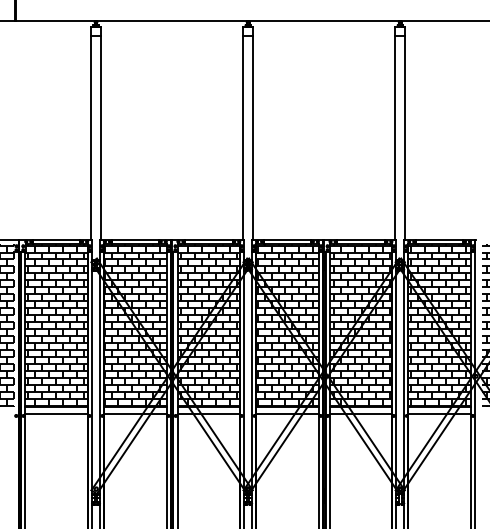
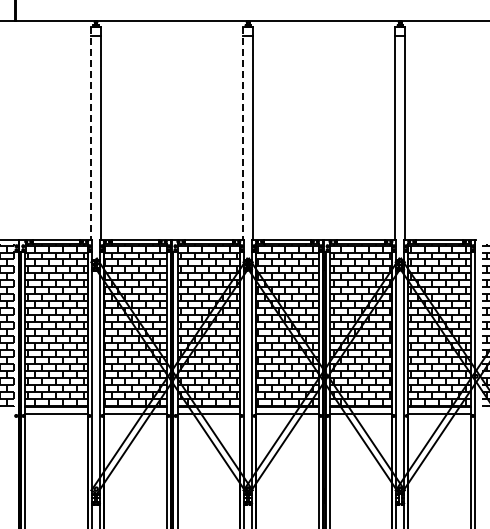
line at (90, 133): solid -> dashed
line at (243, 133): solid -> dashed
